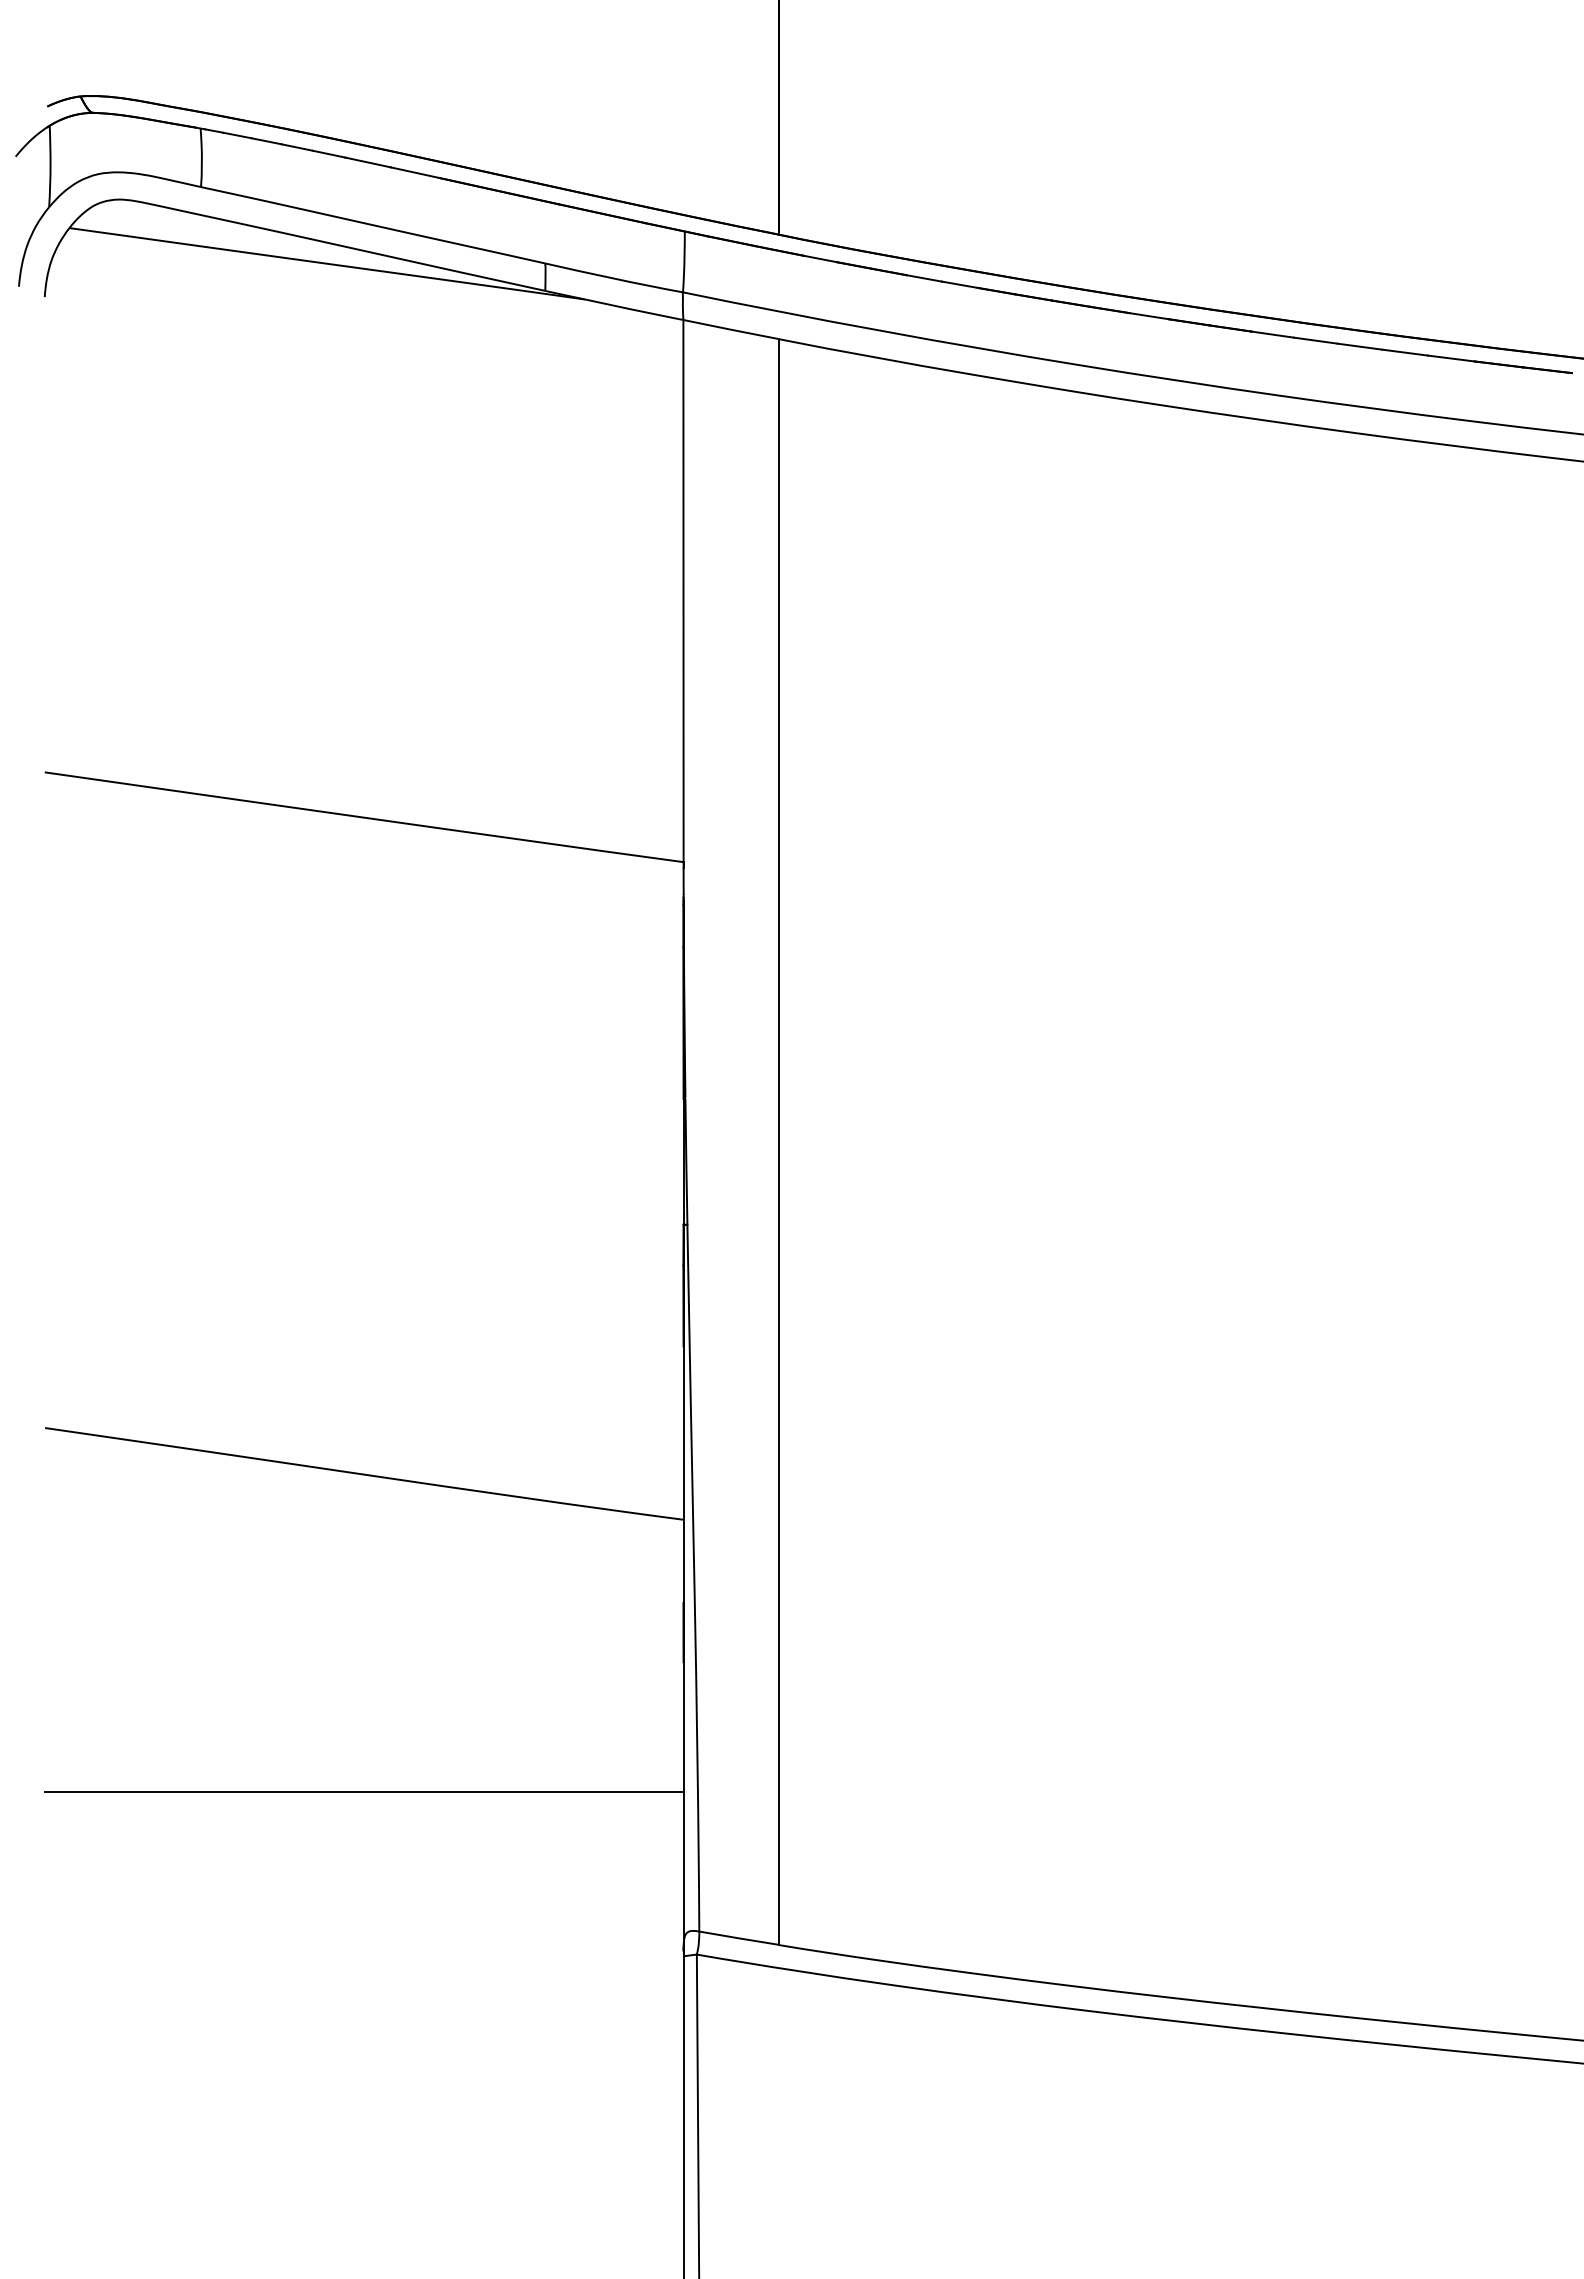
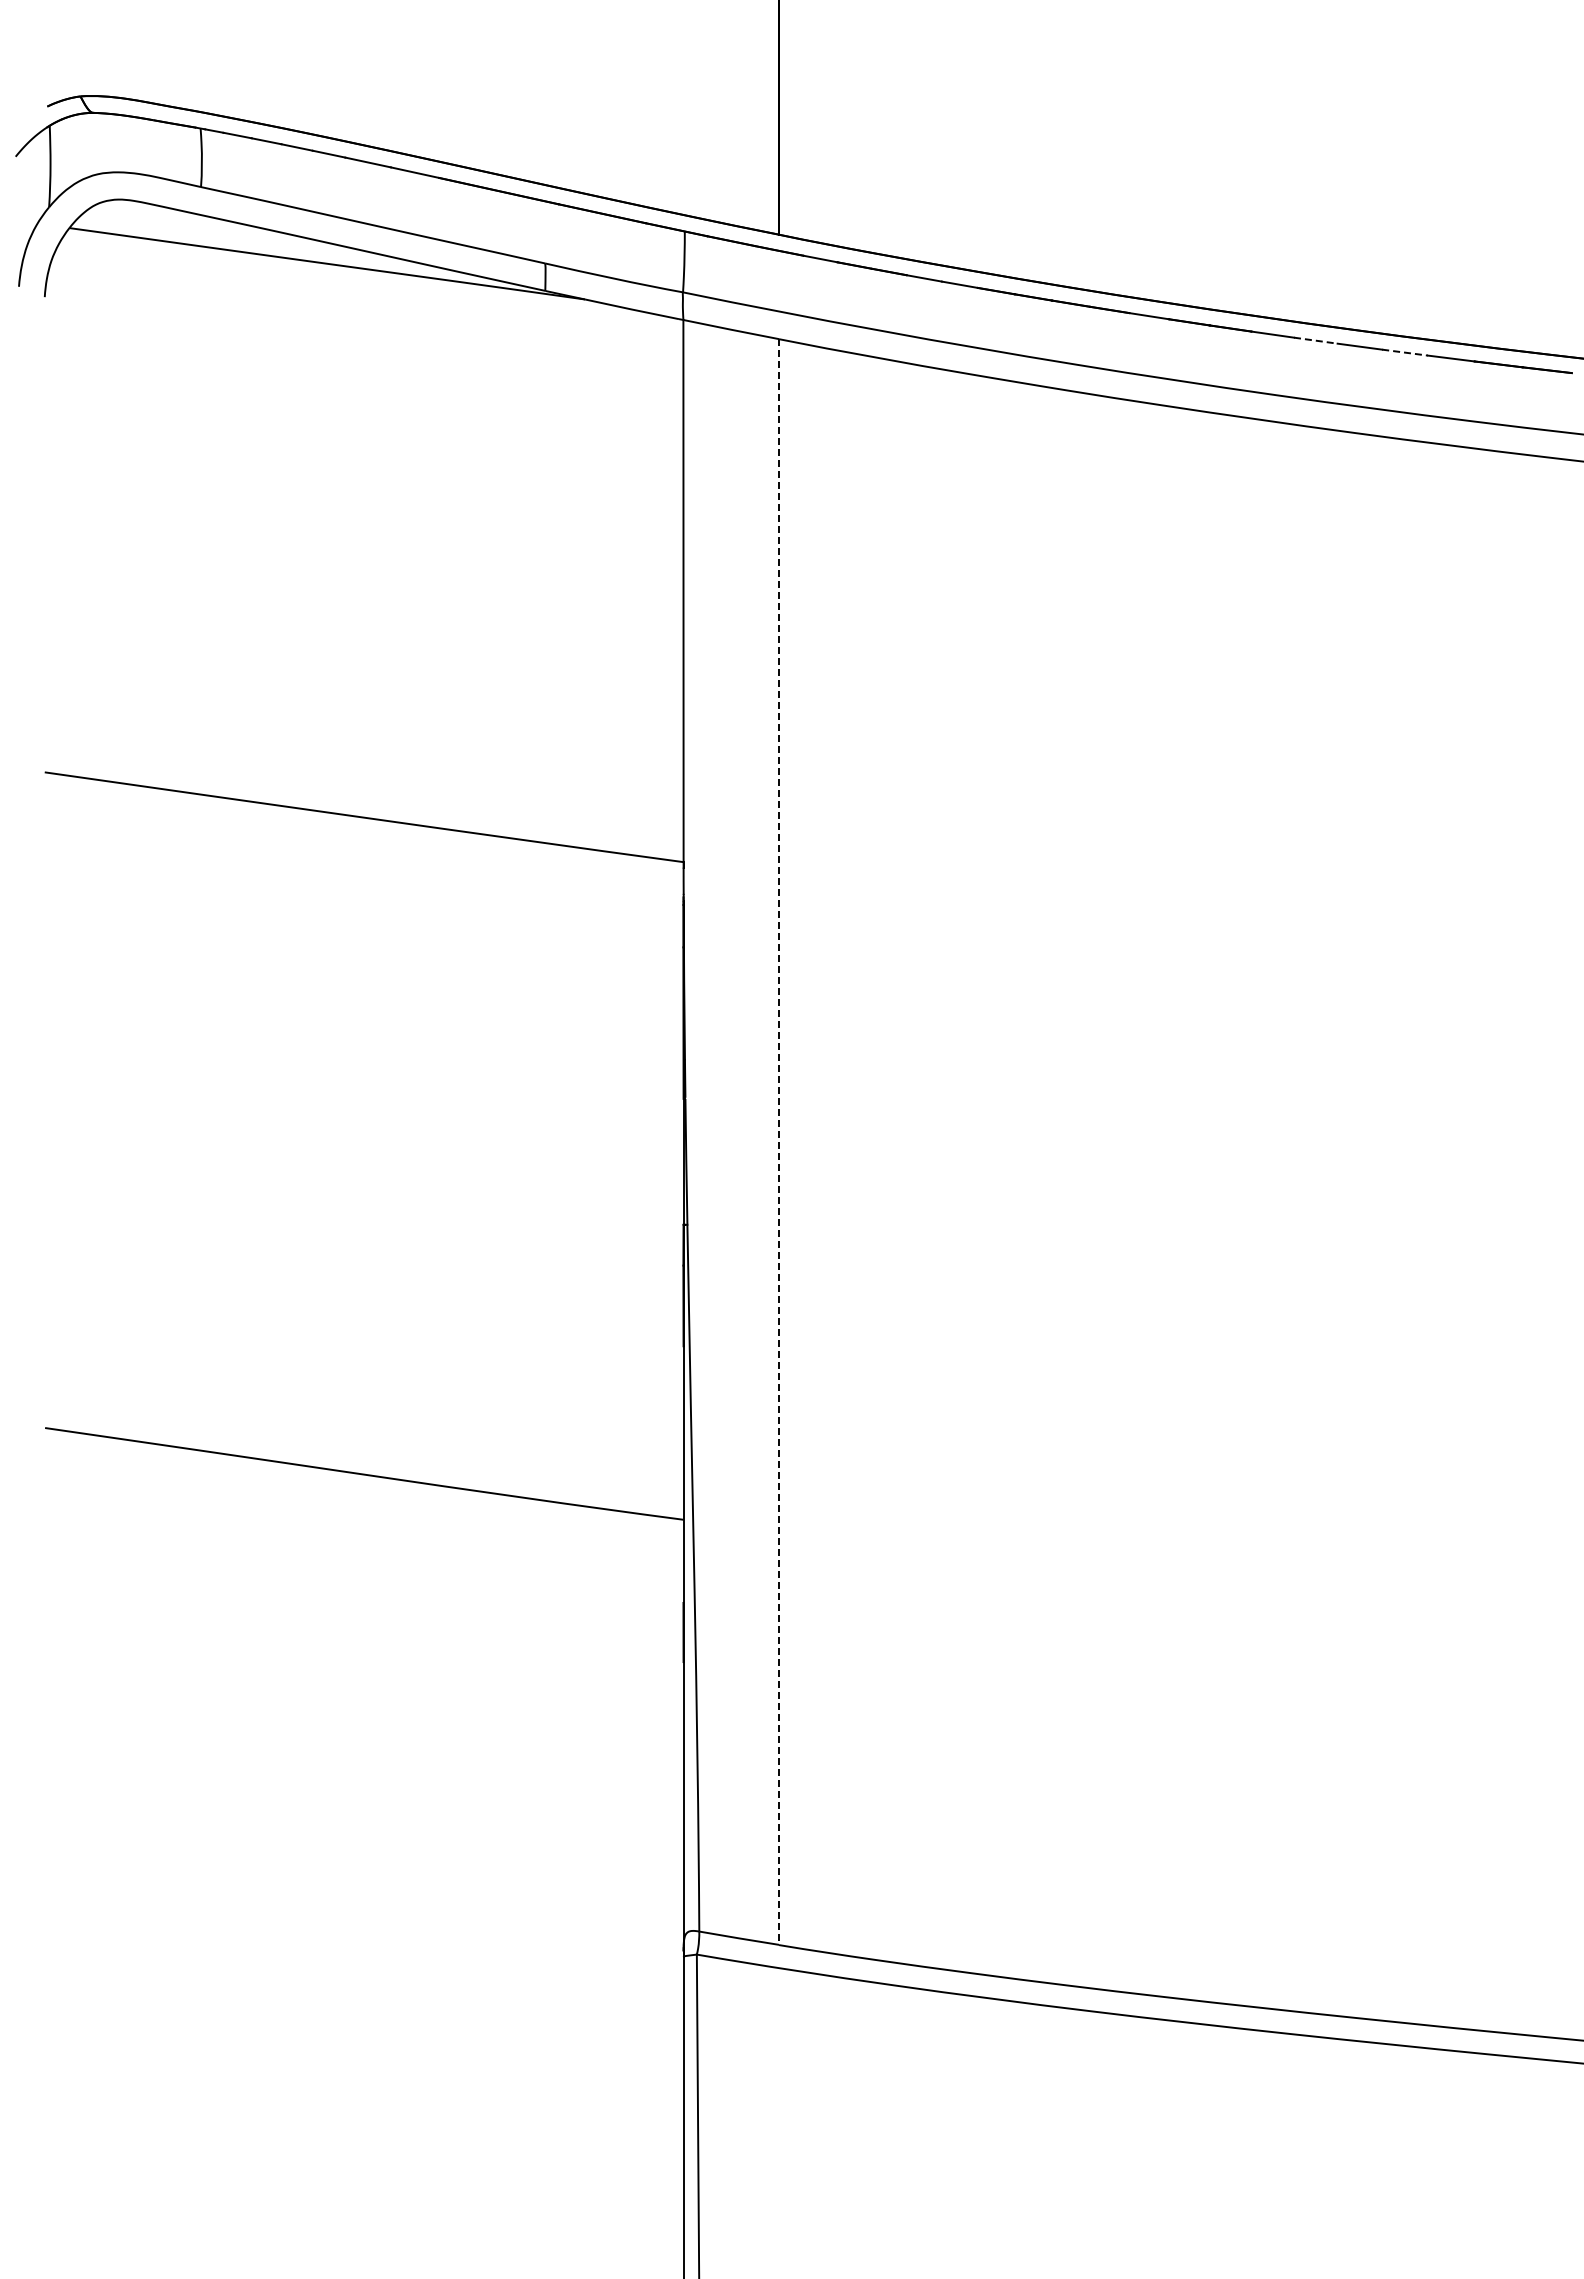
line at (1315, 340): solid -> dashed
line at (1405, 352): solid -> dashed
line at (779, 1142): solid -> dashed
line at (364, 1792): present -> none
